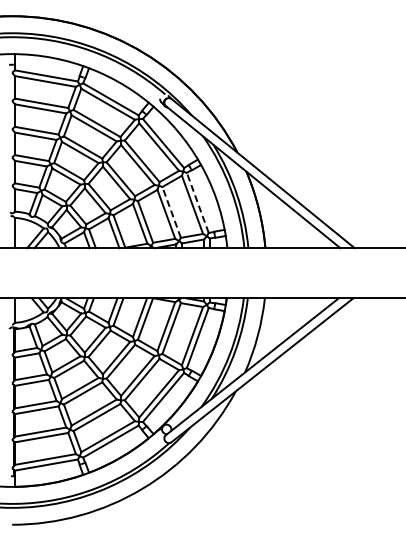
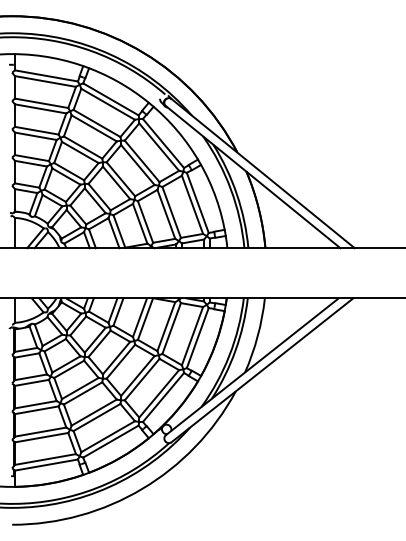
line at (197, 202): dashed -> solid
line at (171, 211): dashed -> solid
